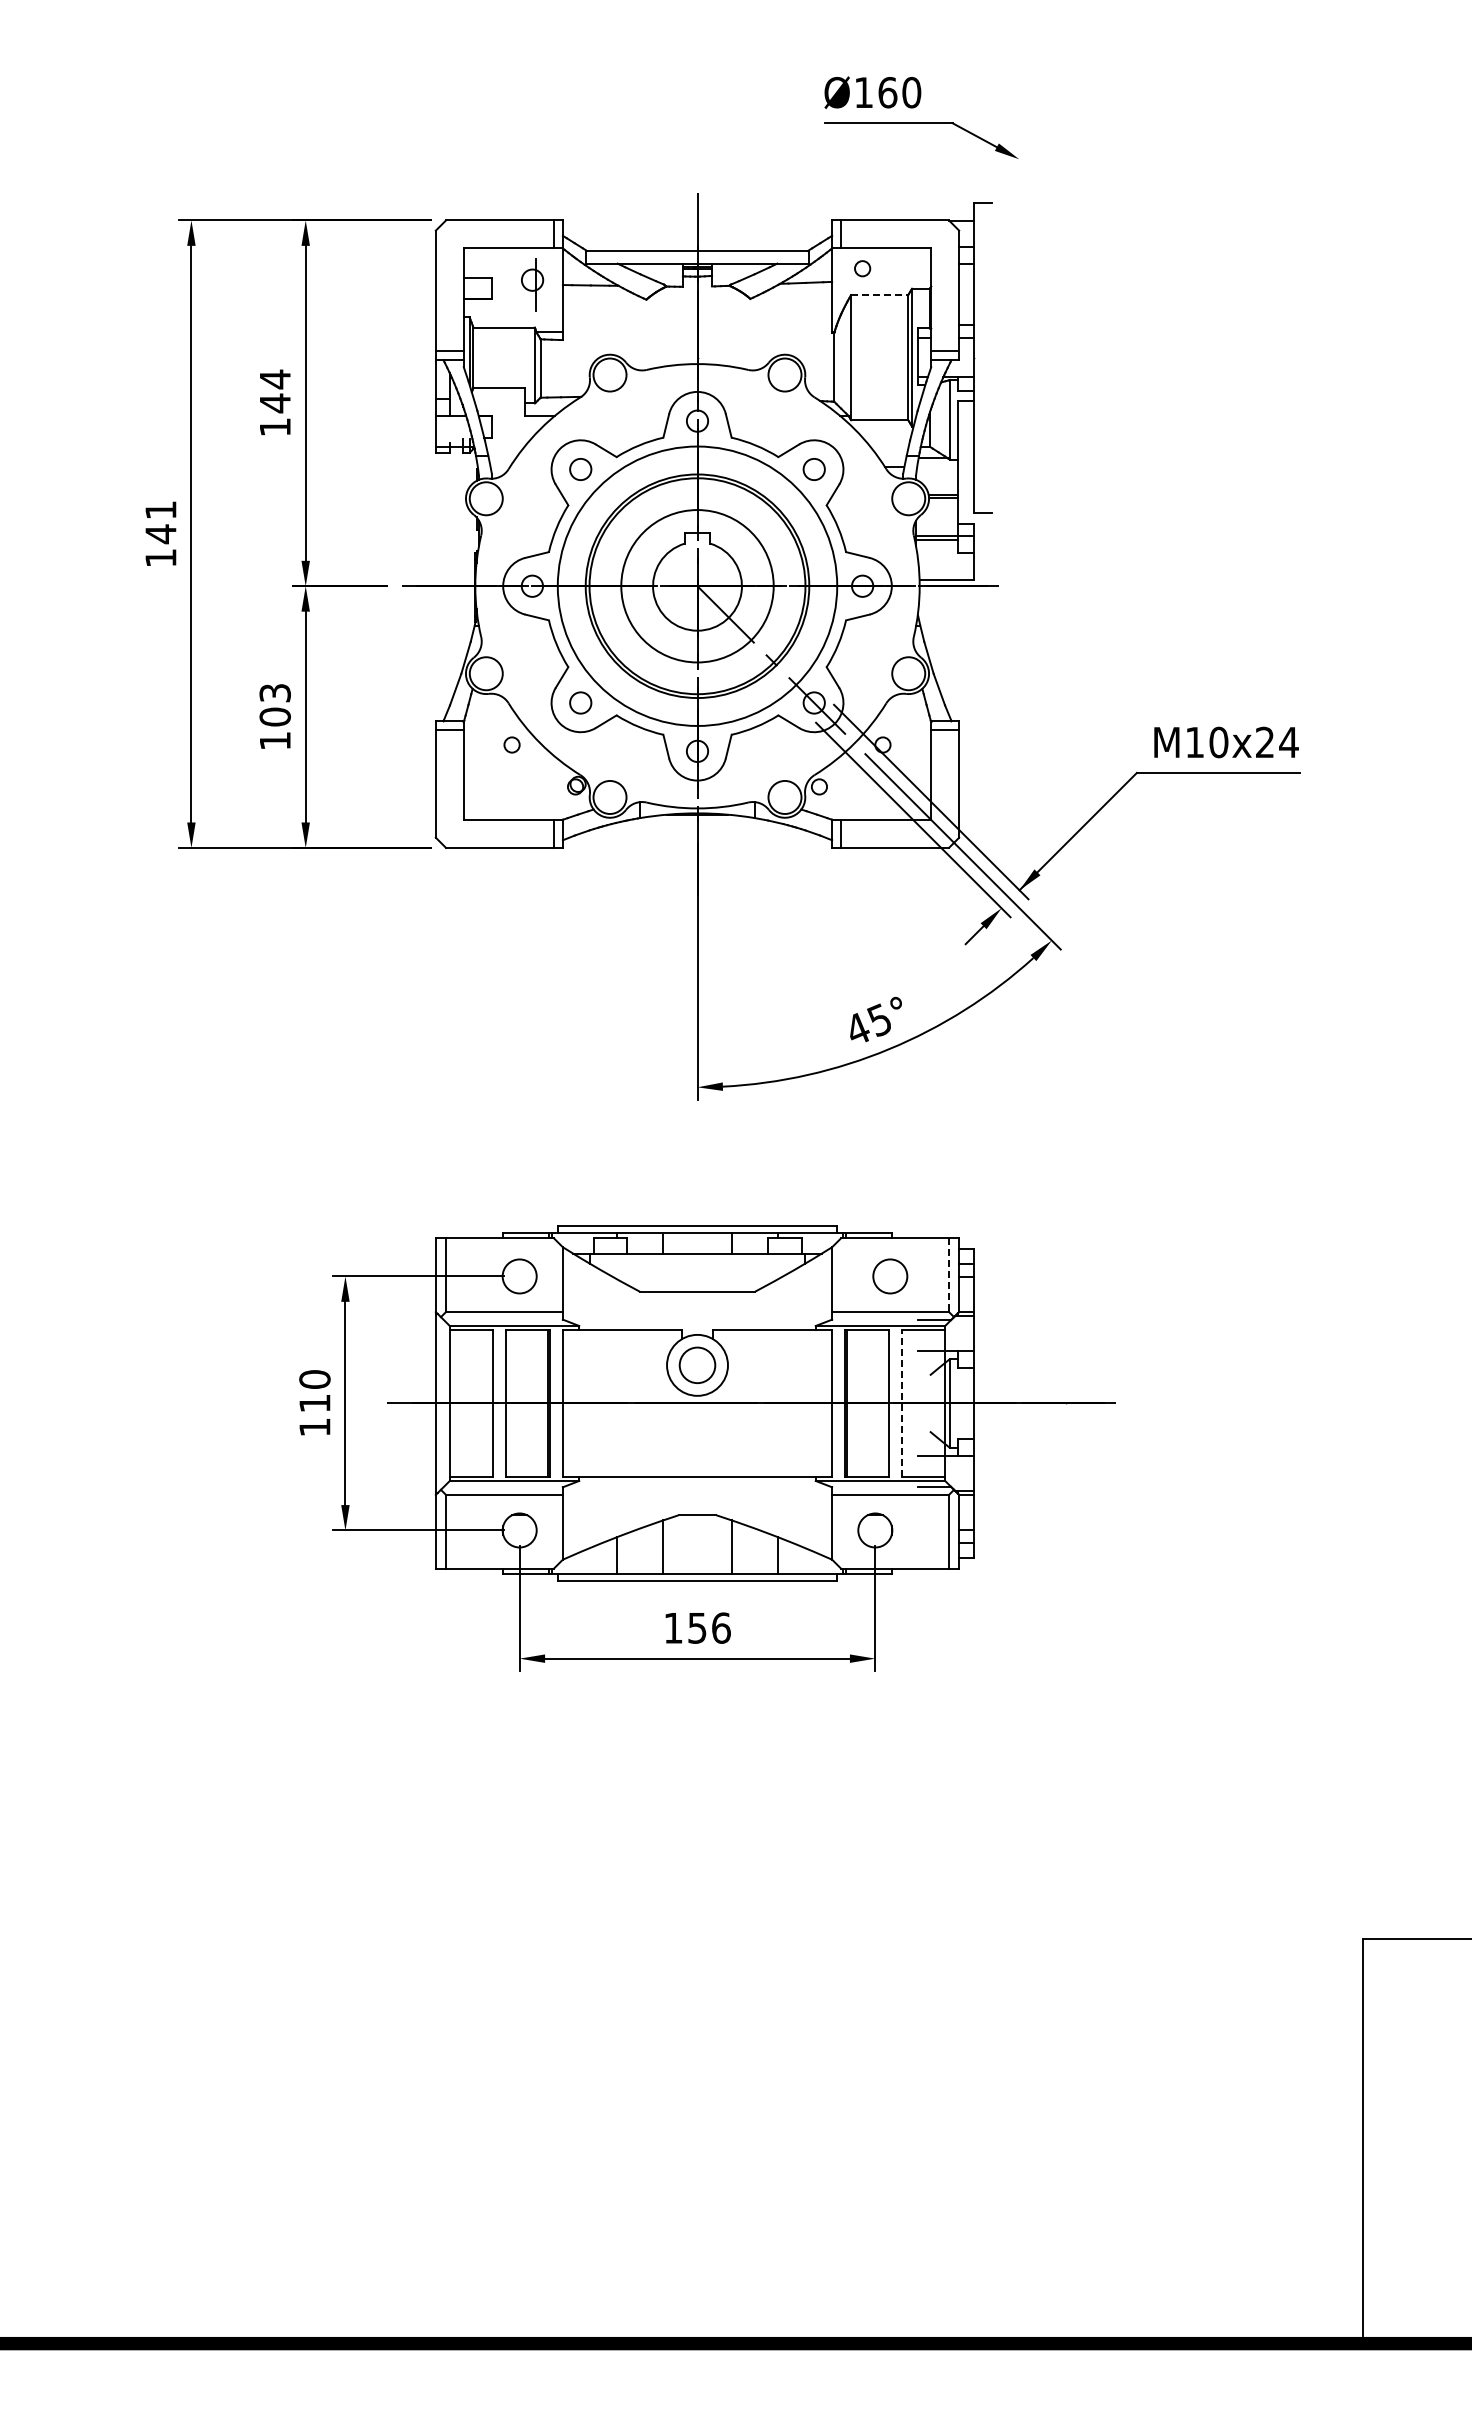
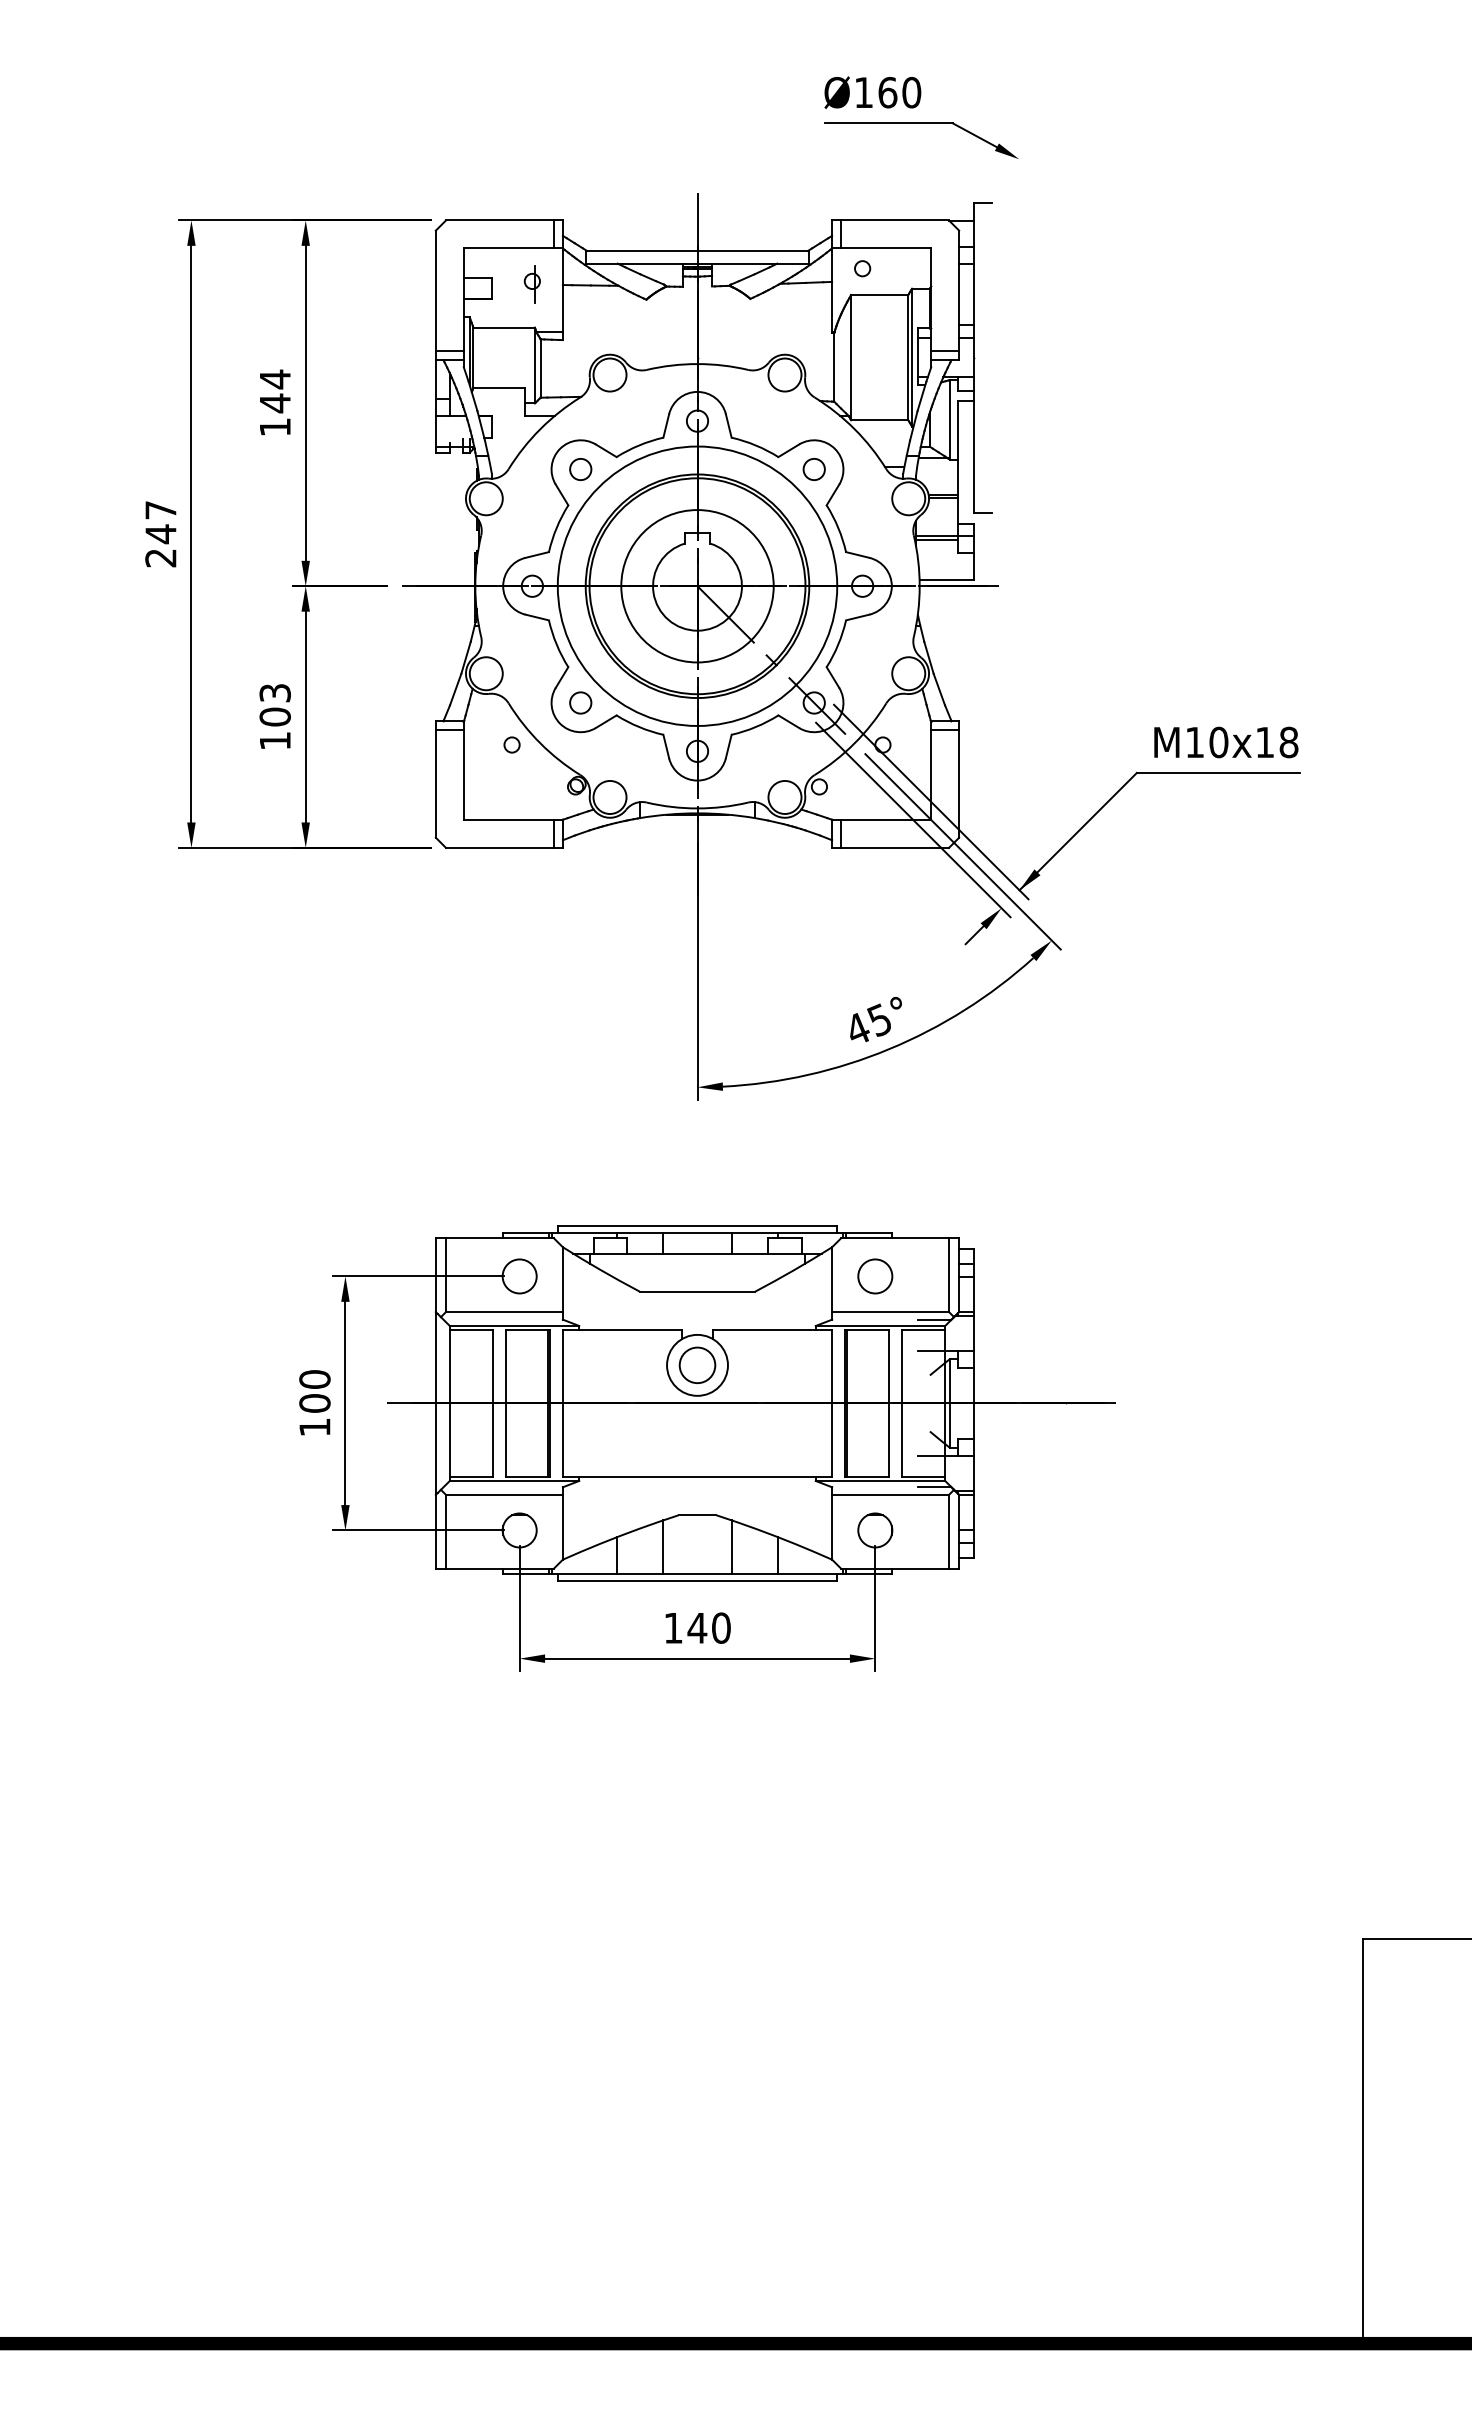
part at (532, 284) size: 24x54 px -> 18x39 px
line at (879, 295): dashed -> solid
text at (160, 534): 141 -> 247
text at (1277, 742): M10x24 -> M10x18
line at (948, 1275): dashed -> solid
circle at (890, 1276) position: (890, 1276) -> (875, 1276)
text at (314, 1403): 110 -> 100
line at (902, 1403): dashed -> solid
text at (708, 1627): 156 -> 140
